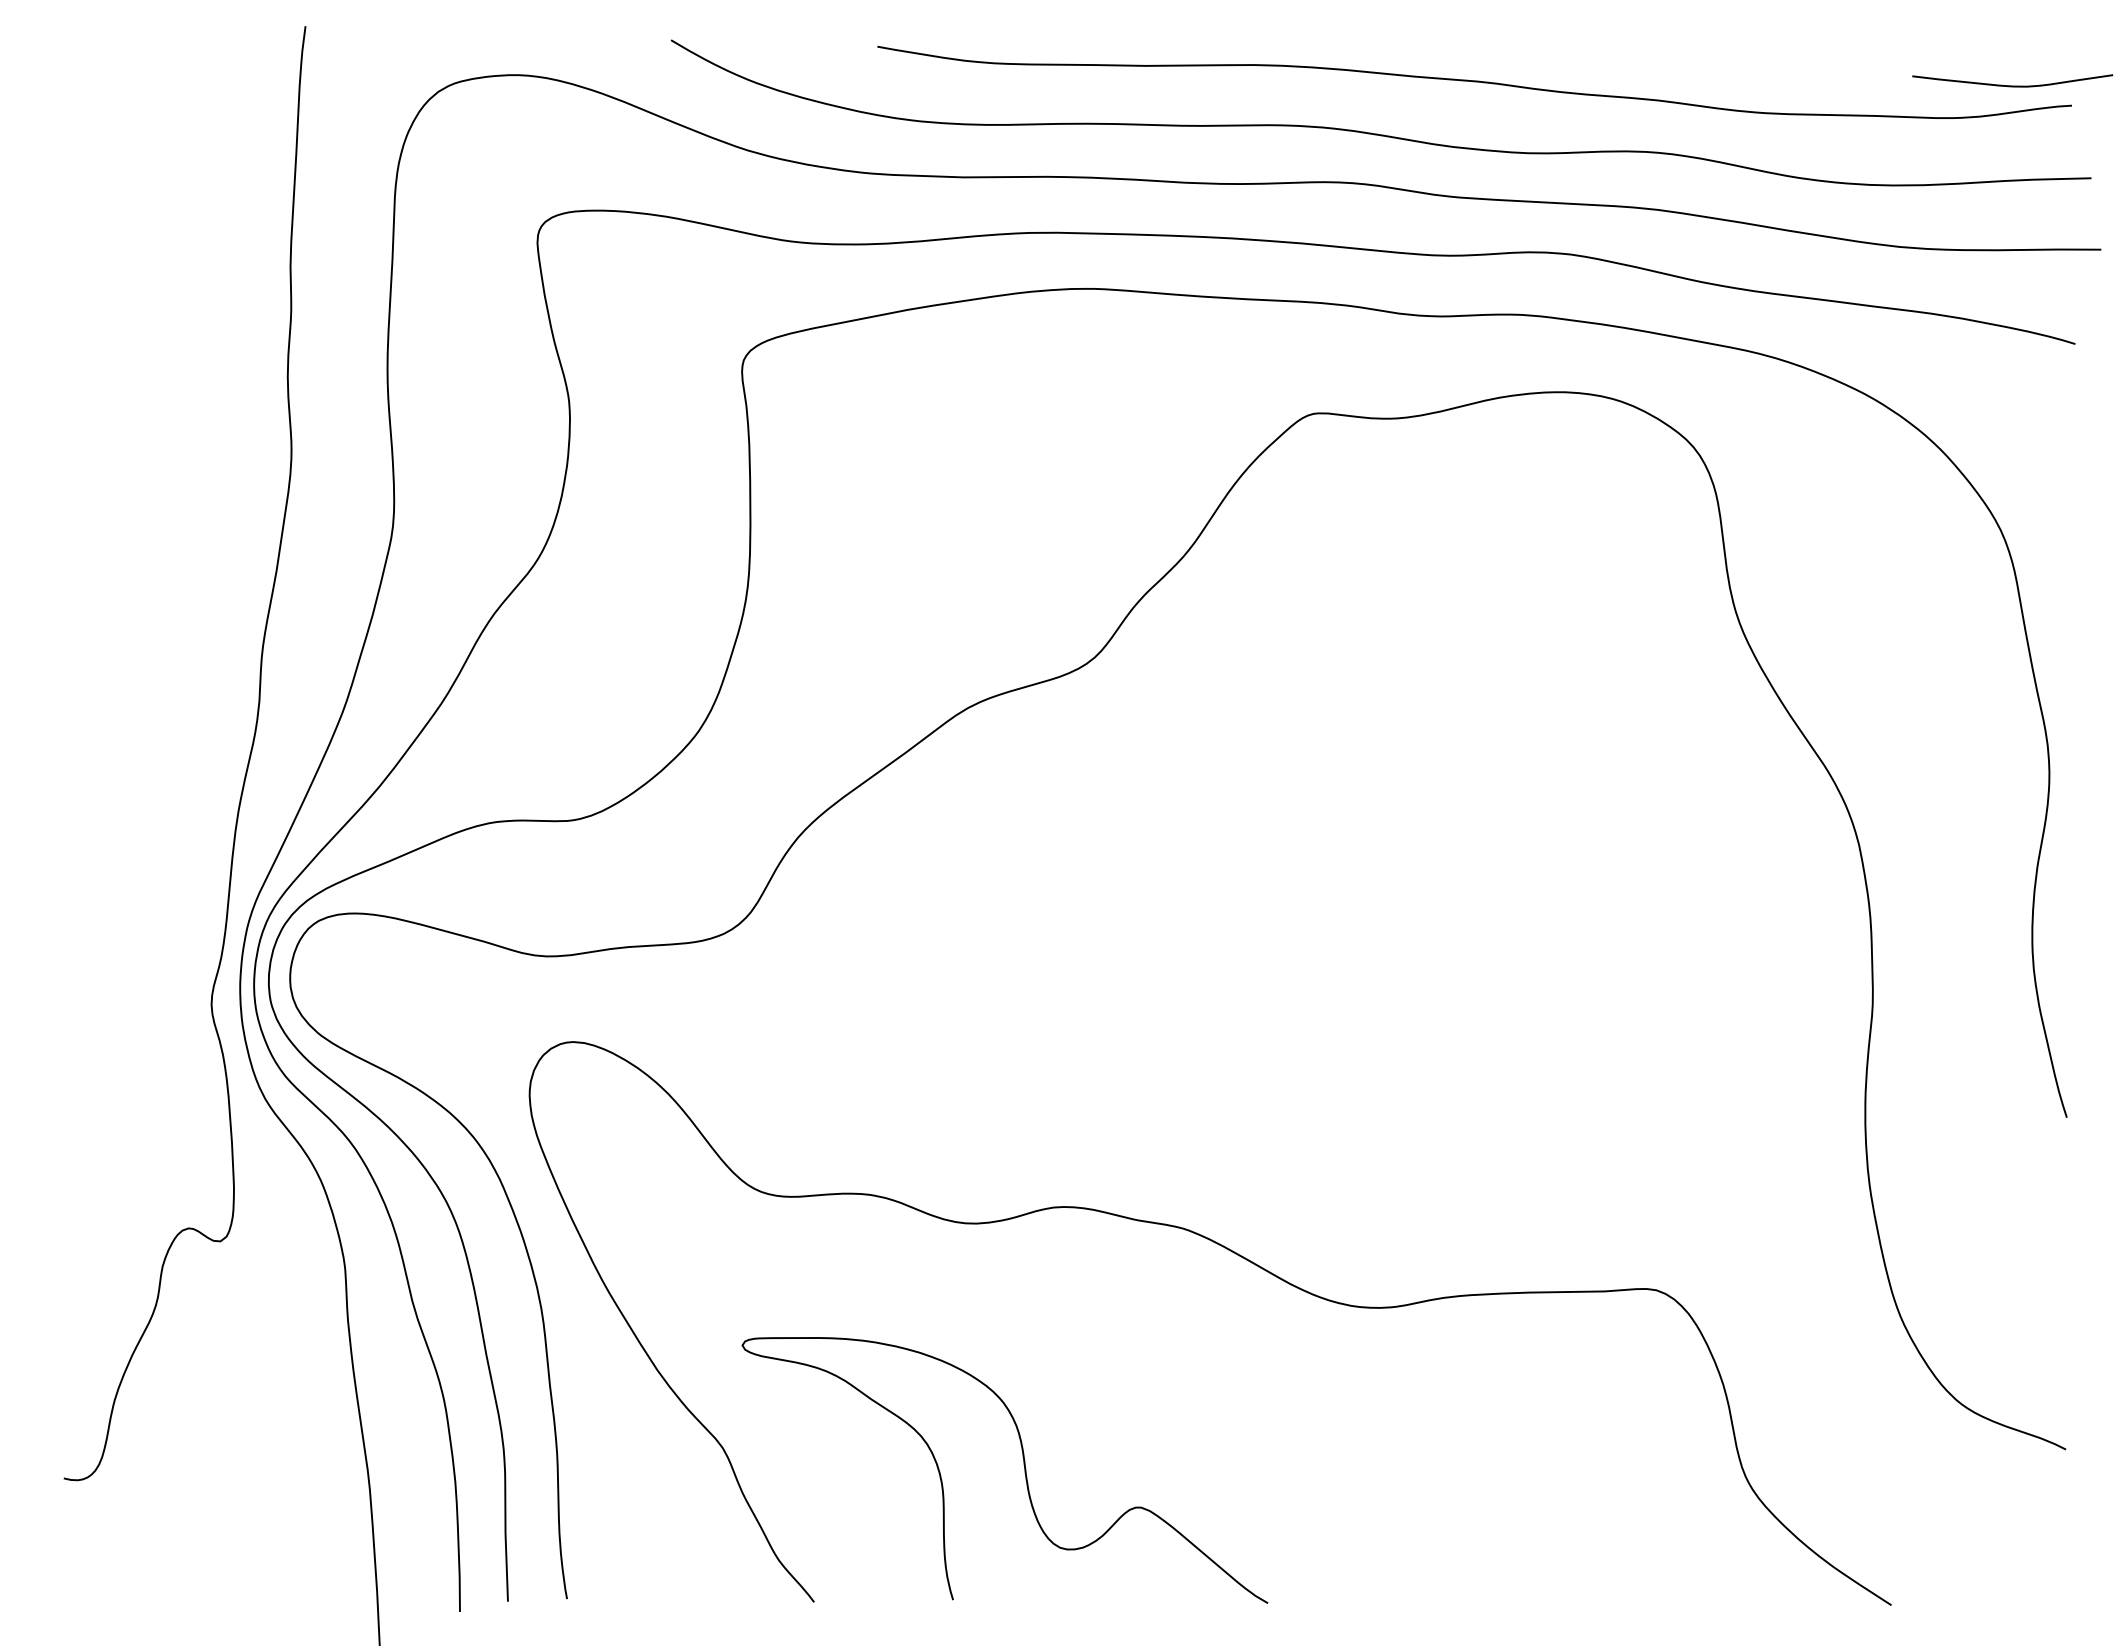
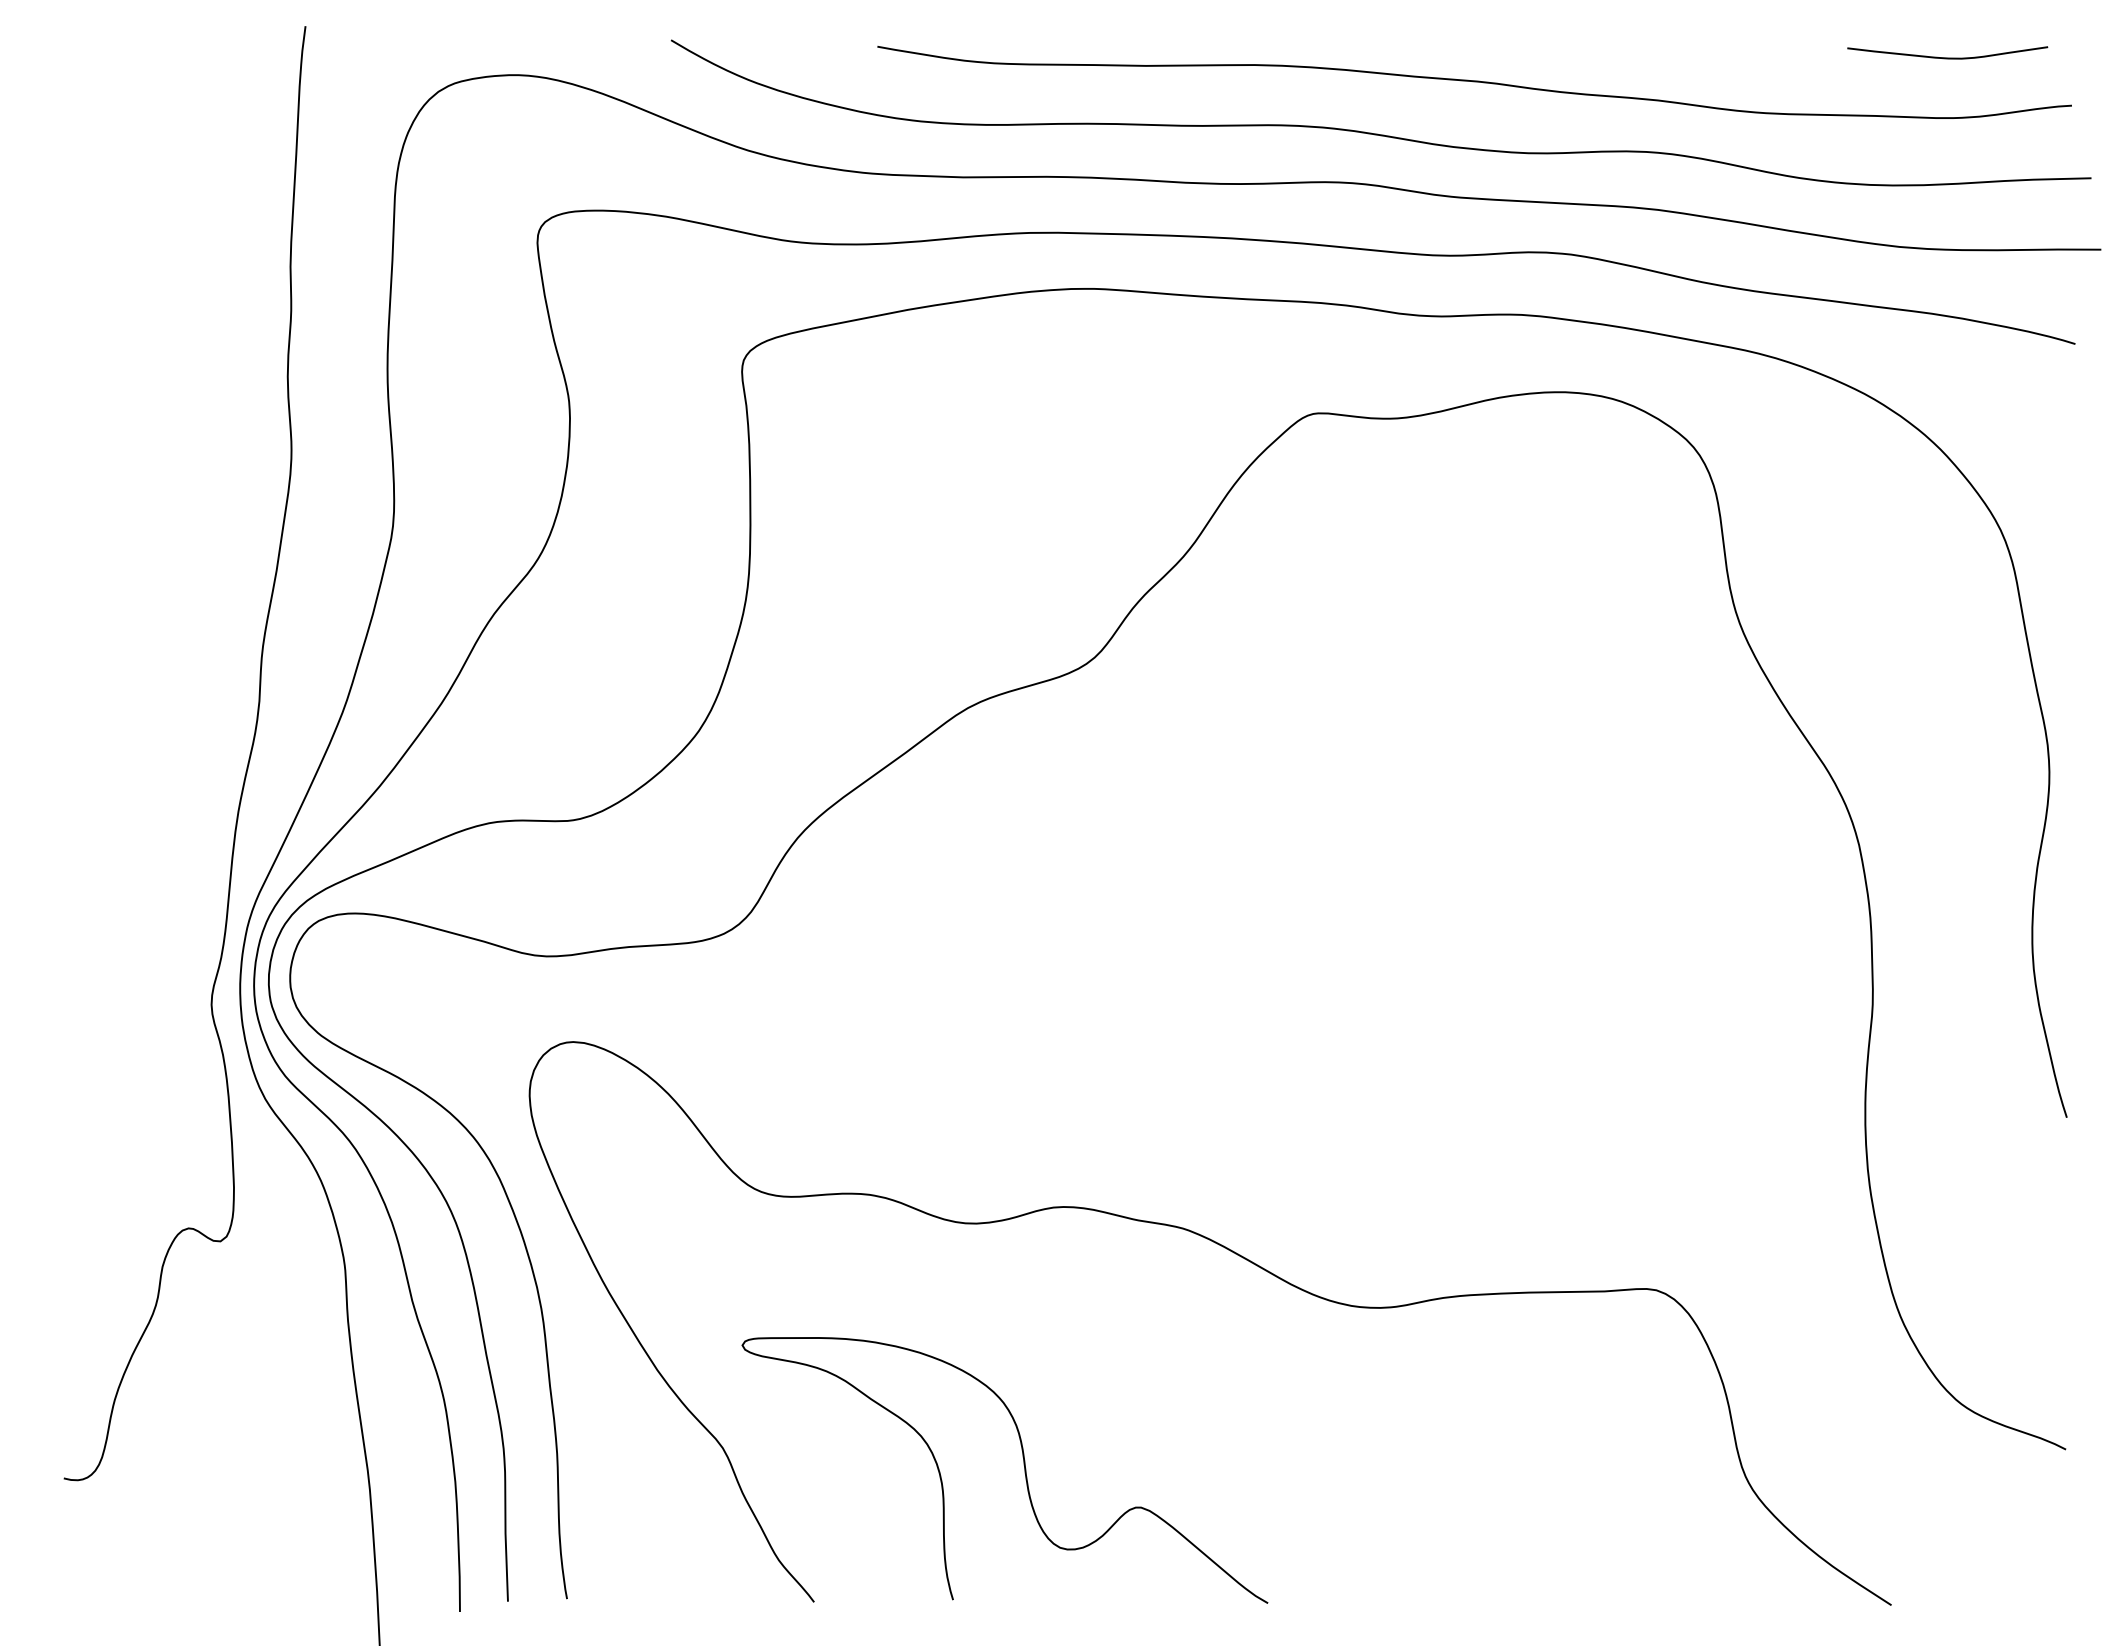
curve at (2012, 85) position: (2012, 85) -> (1947, 57)
